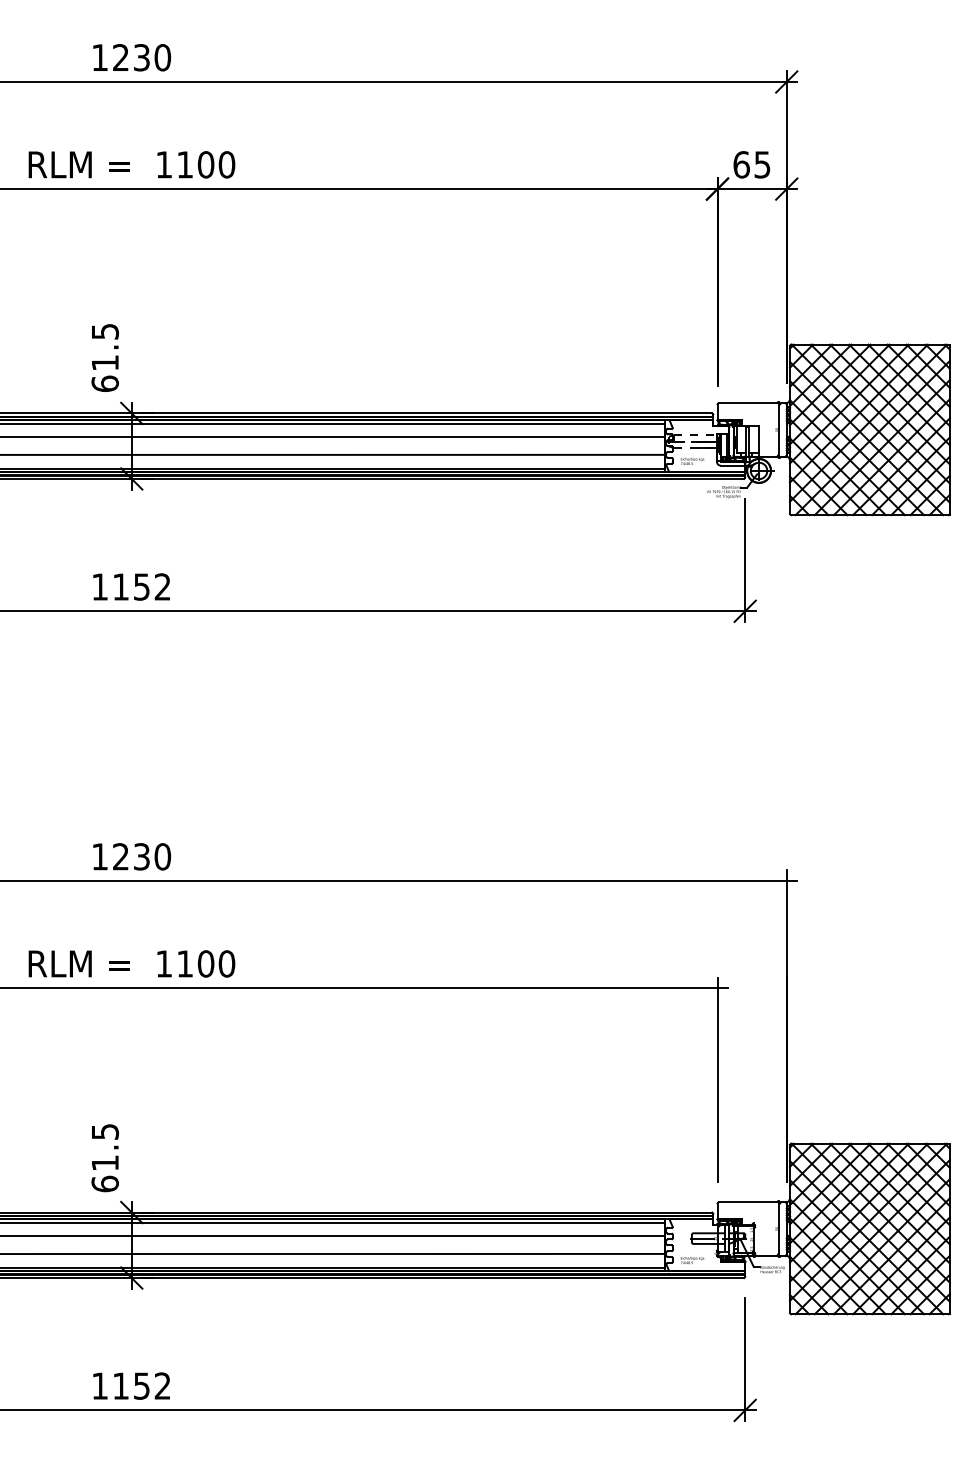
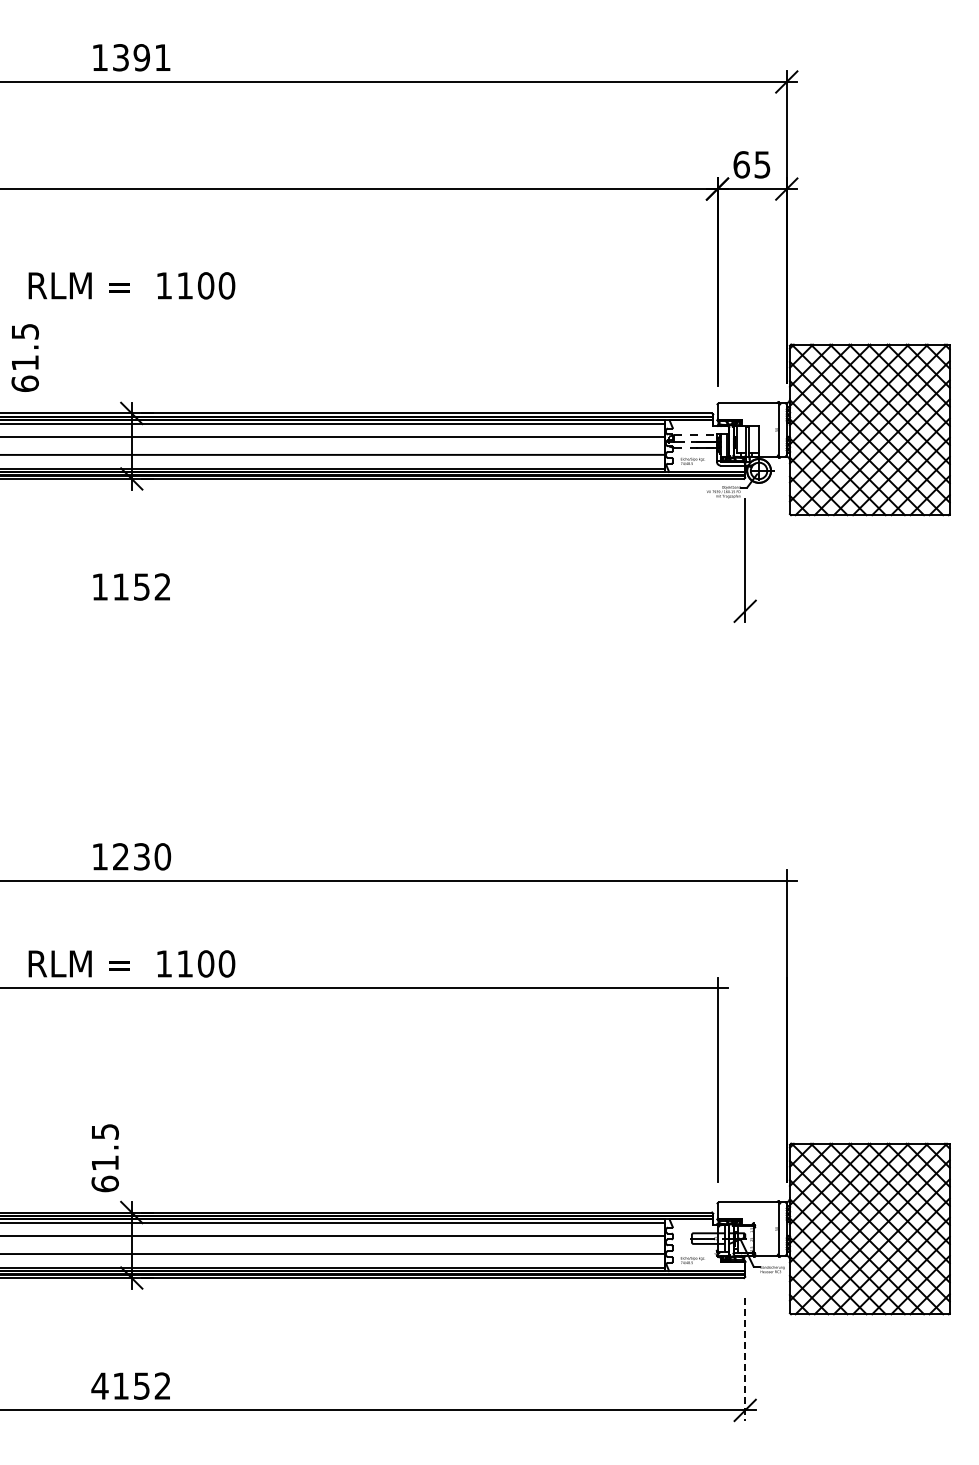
text at (142, 57): 1230 -> 1391
text at (131, 164) position: (131, 164) -> (131, 285)
text at (104, 357) position: (104, 357) -> (24, 357)
line at (378, 611): present -> none
line at (745, 1360): solid -> dashed
text at (99, 1385): 1152 -> 4152
